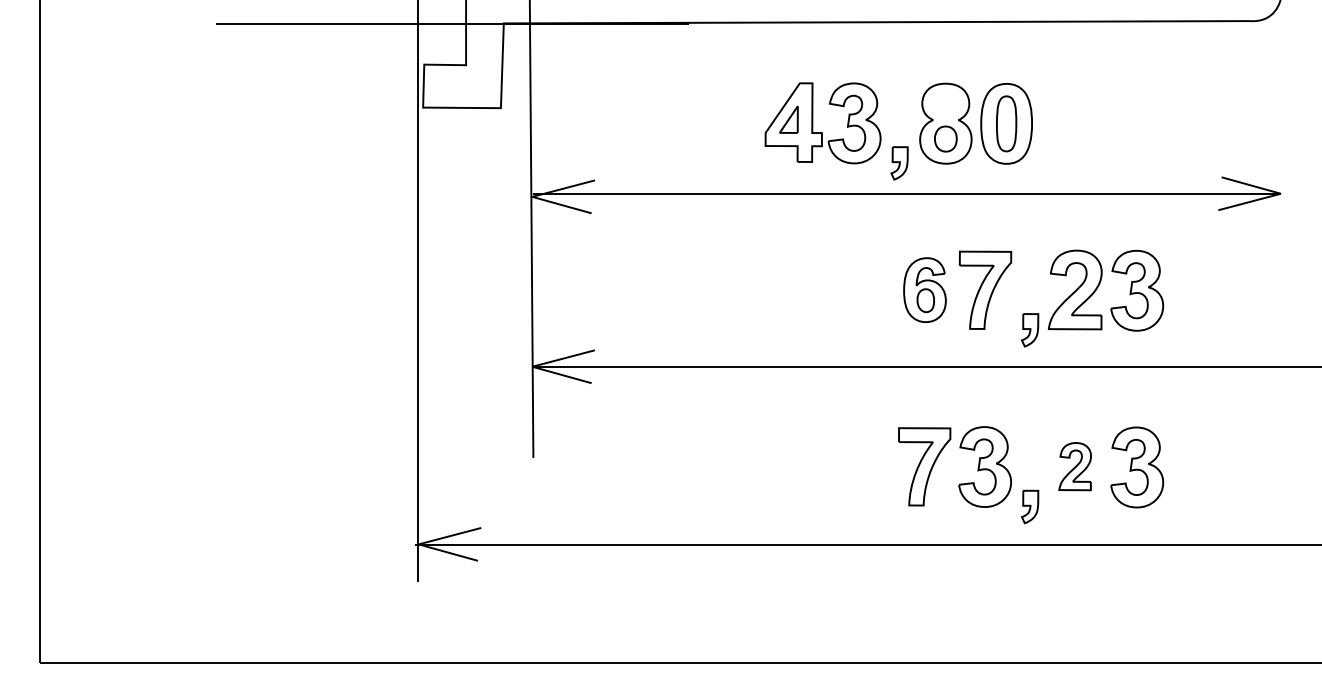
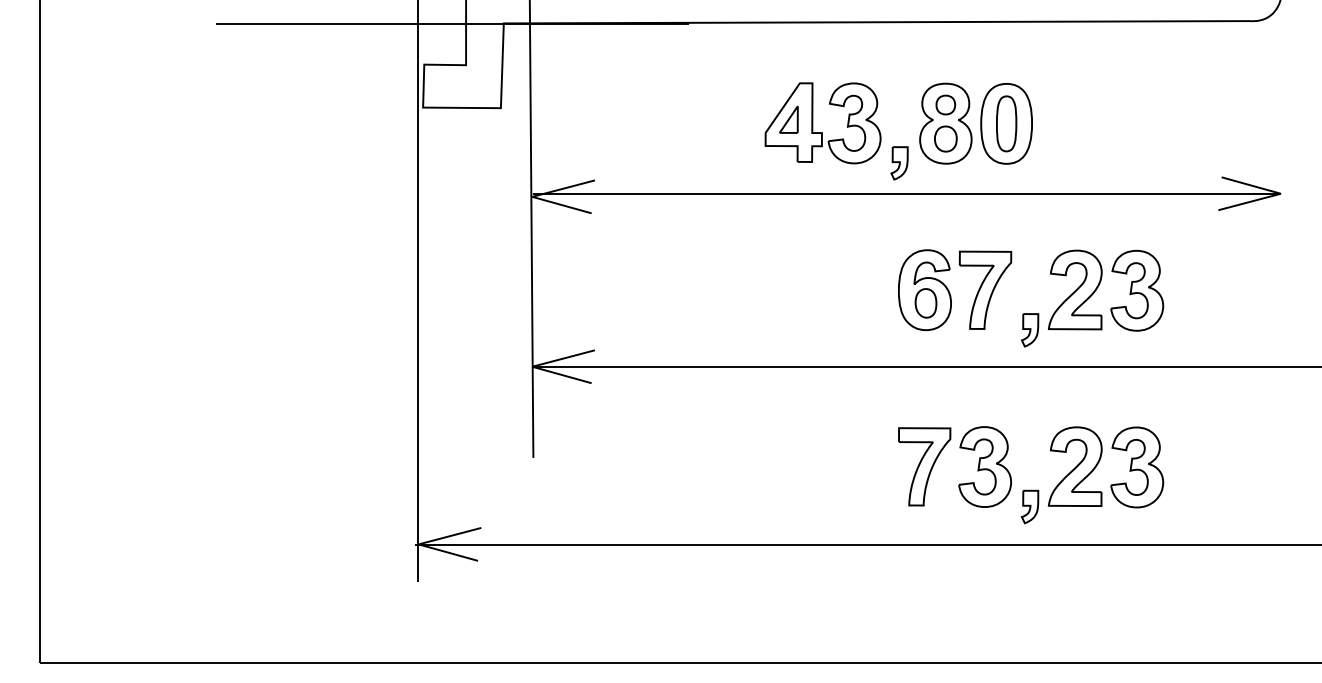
part at (945, 104): none -> present
part at (924, 289) size: 44x66 px -> 54x82 px
part at (1074, 466) size: 34x50 px -> 56x81 px
